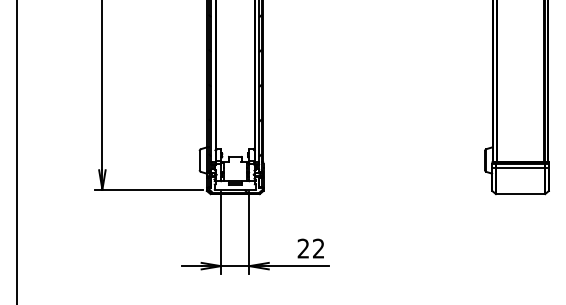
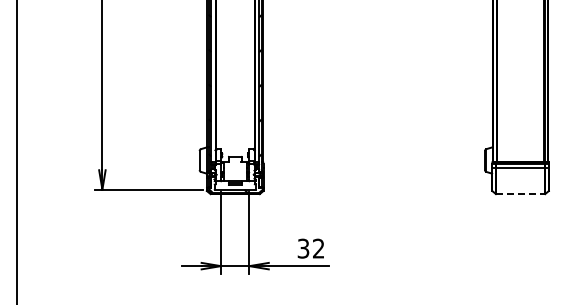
line at (521, 194): solid -> dashed
text at (303, 248): 22 -> 32
